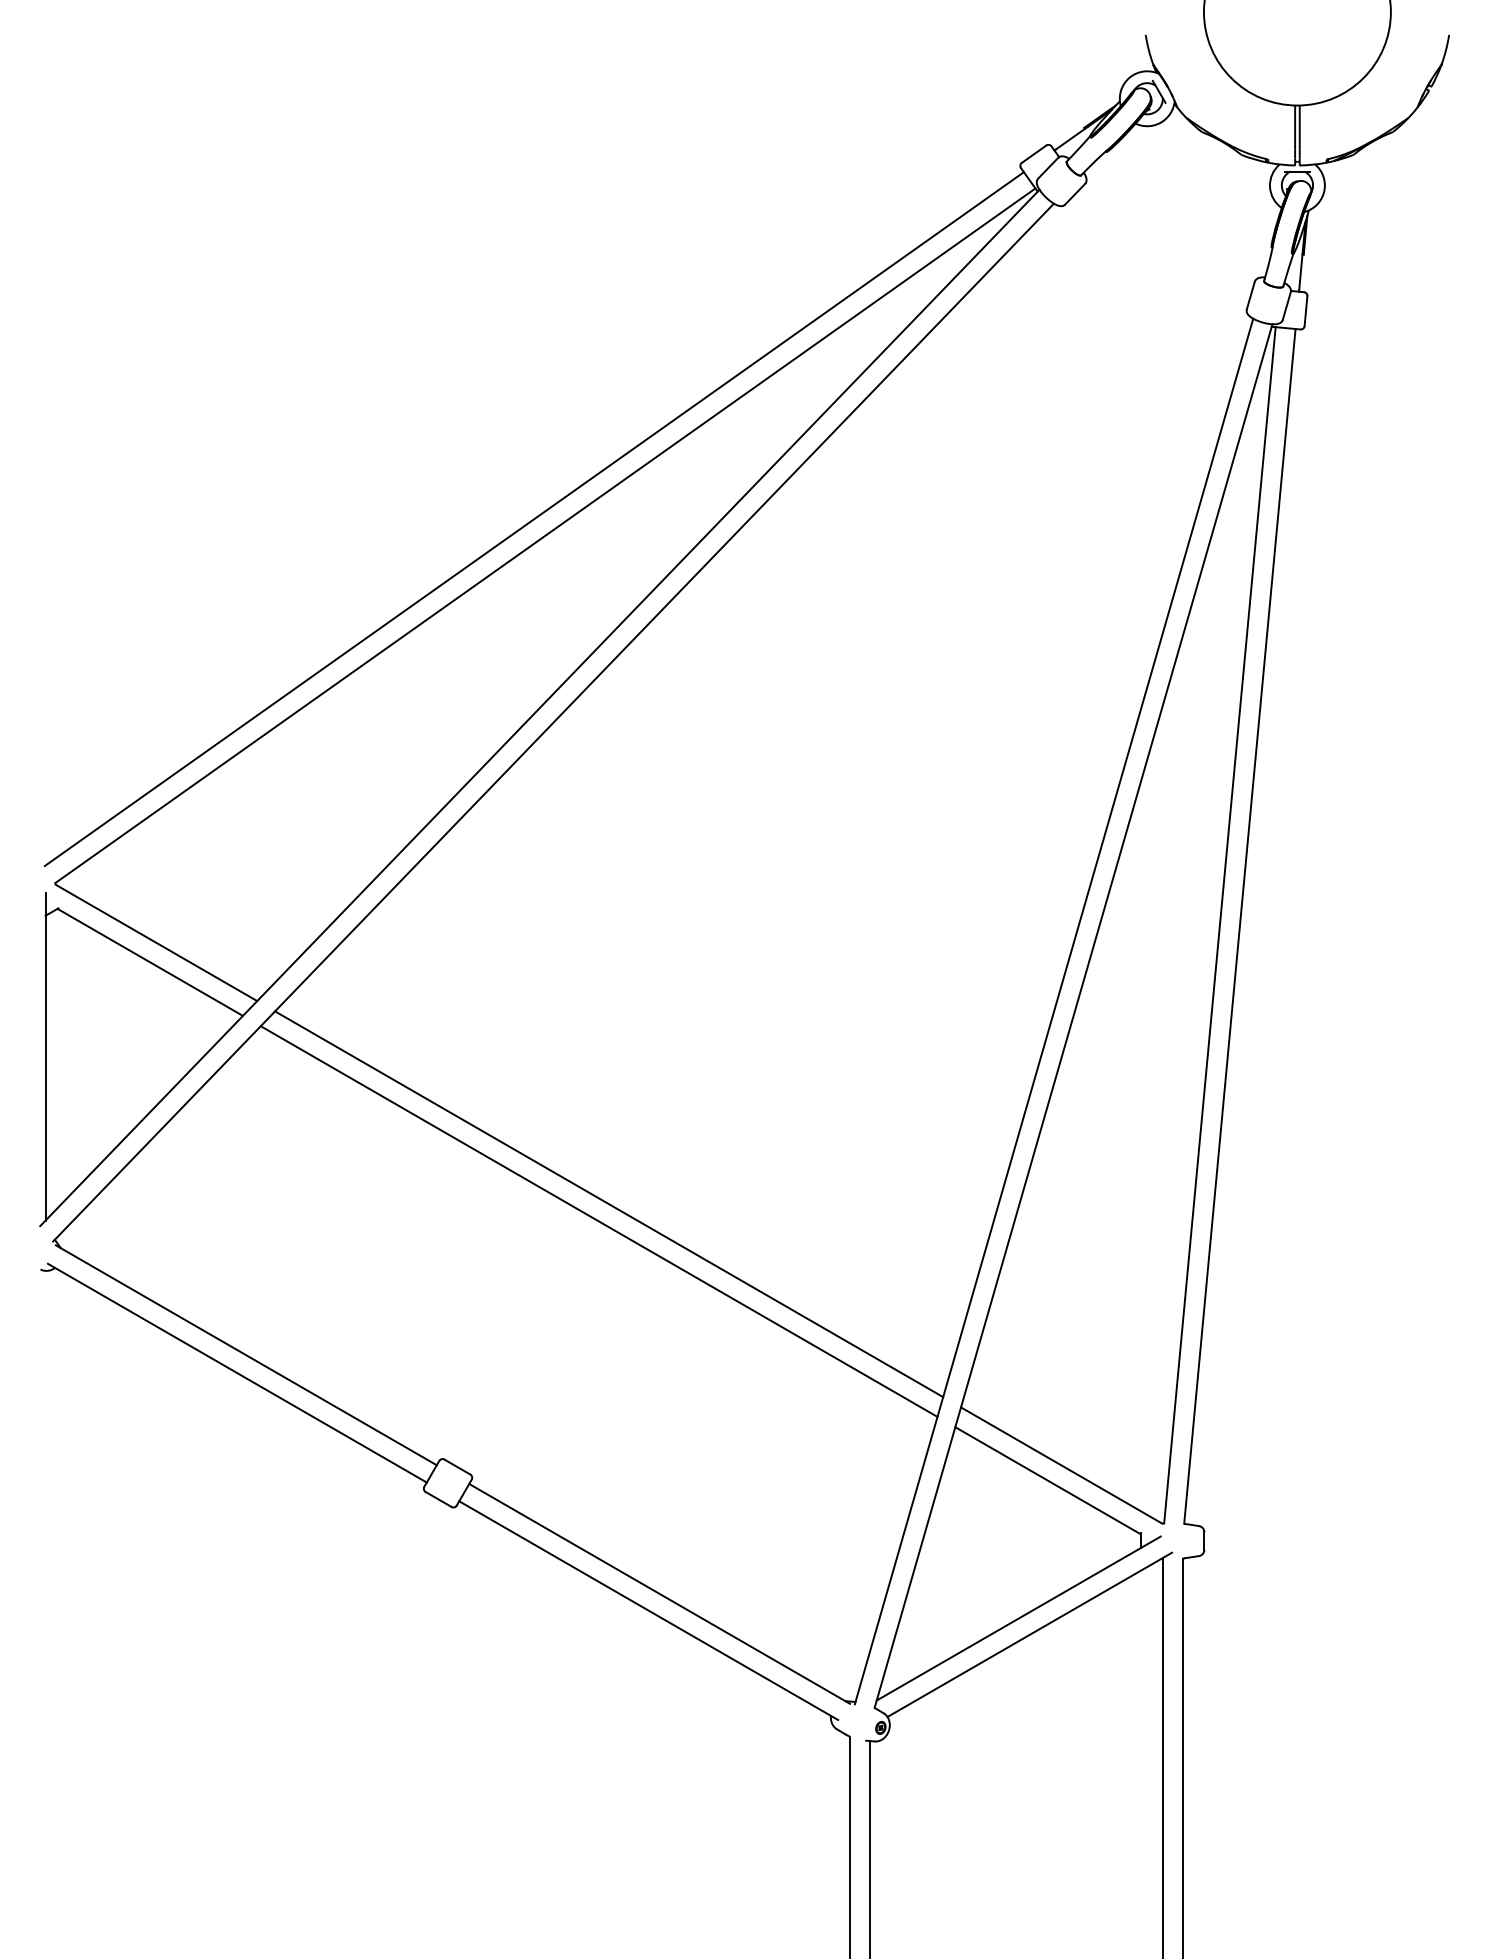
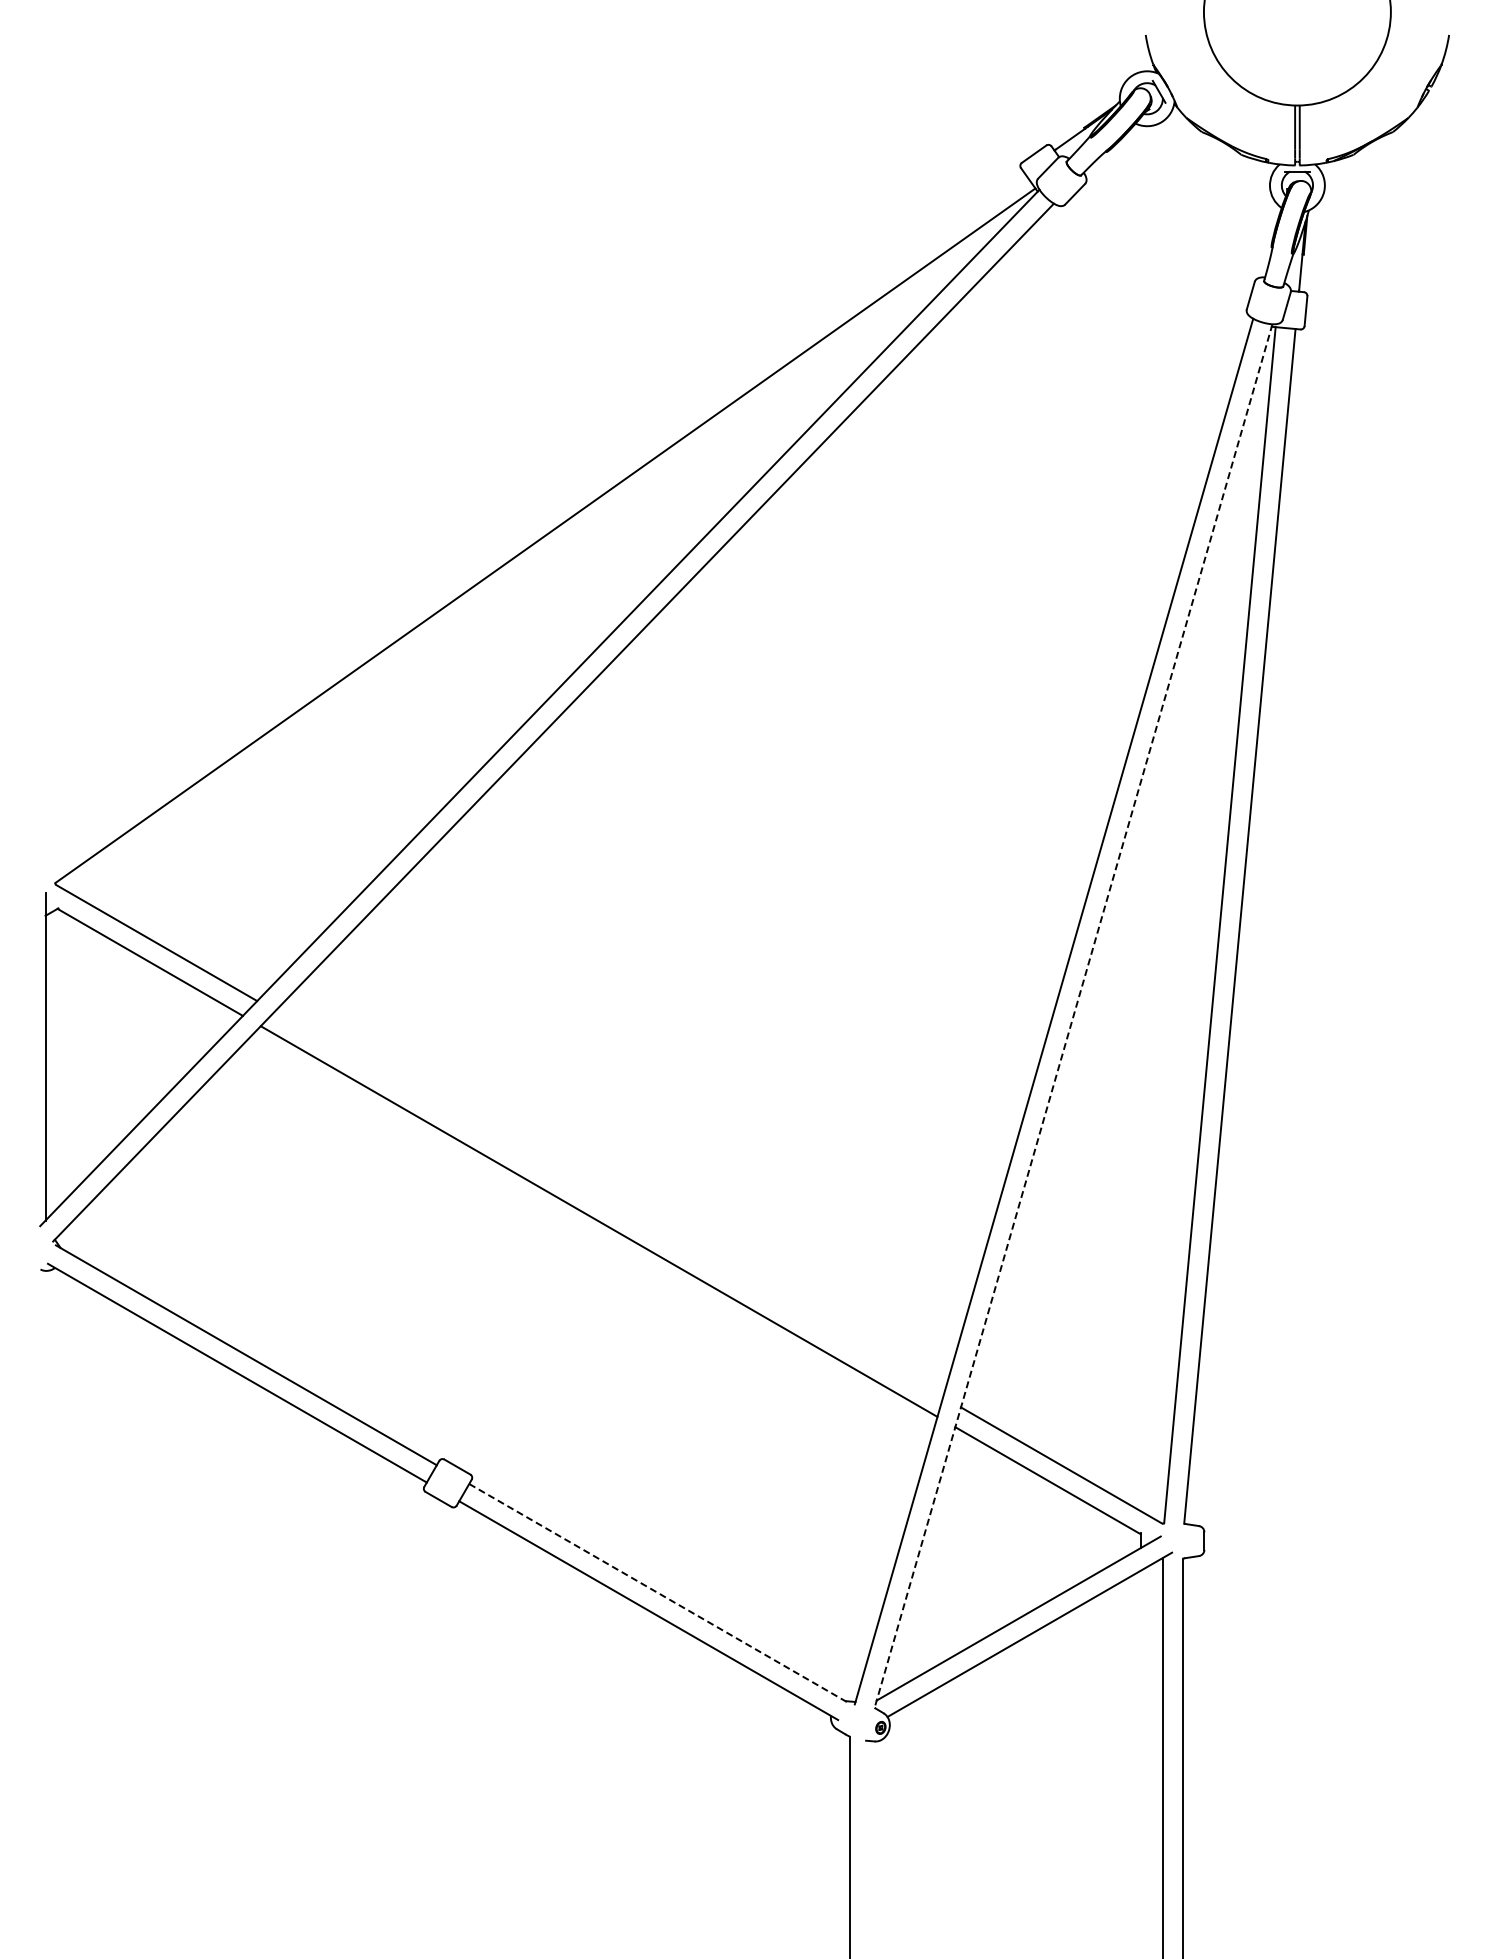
line at (533, 519): present -> none
line at (1073, 1016): solid -> dashed
line at (609, 1204): present -> none
line at (659, 1593): solid -> dashed
line at (870, 1848): present -> none
